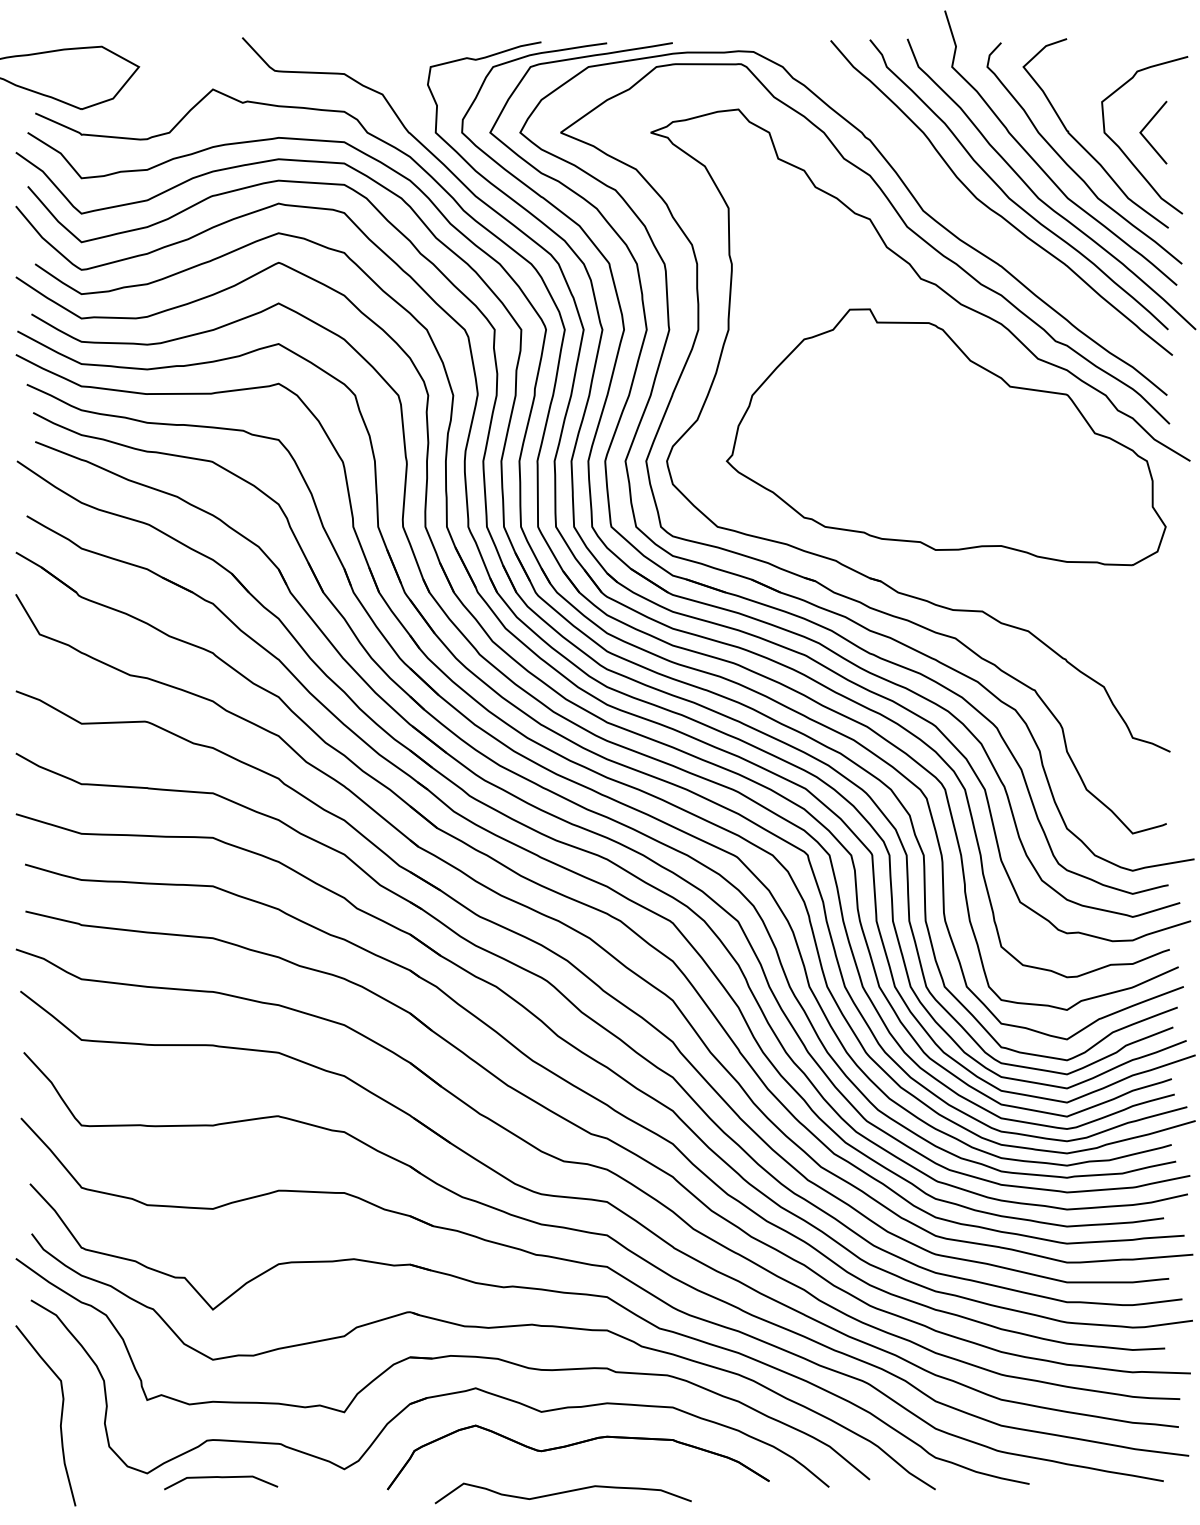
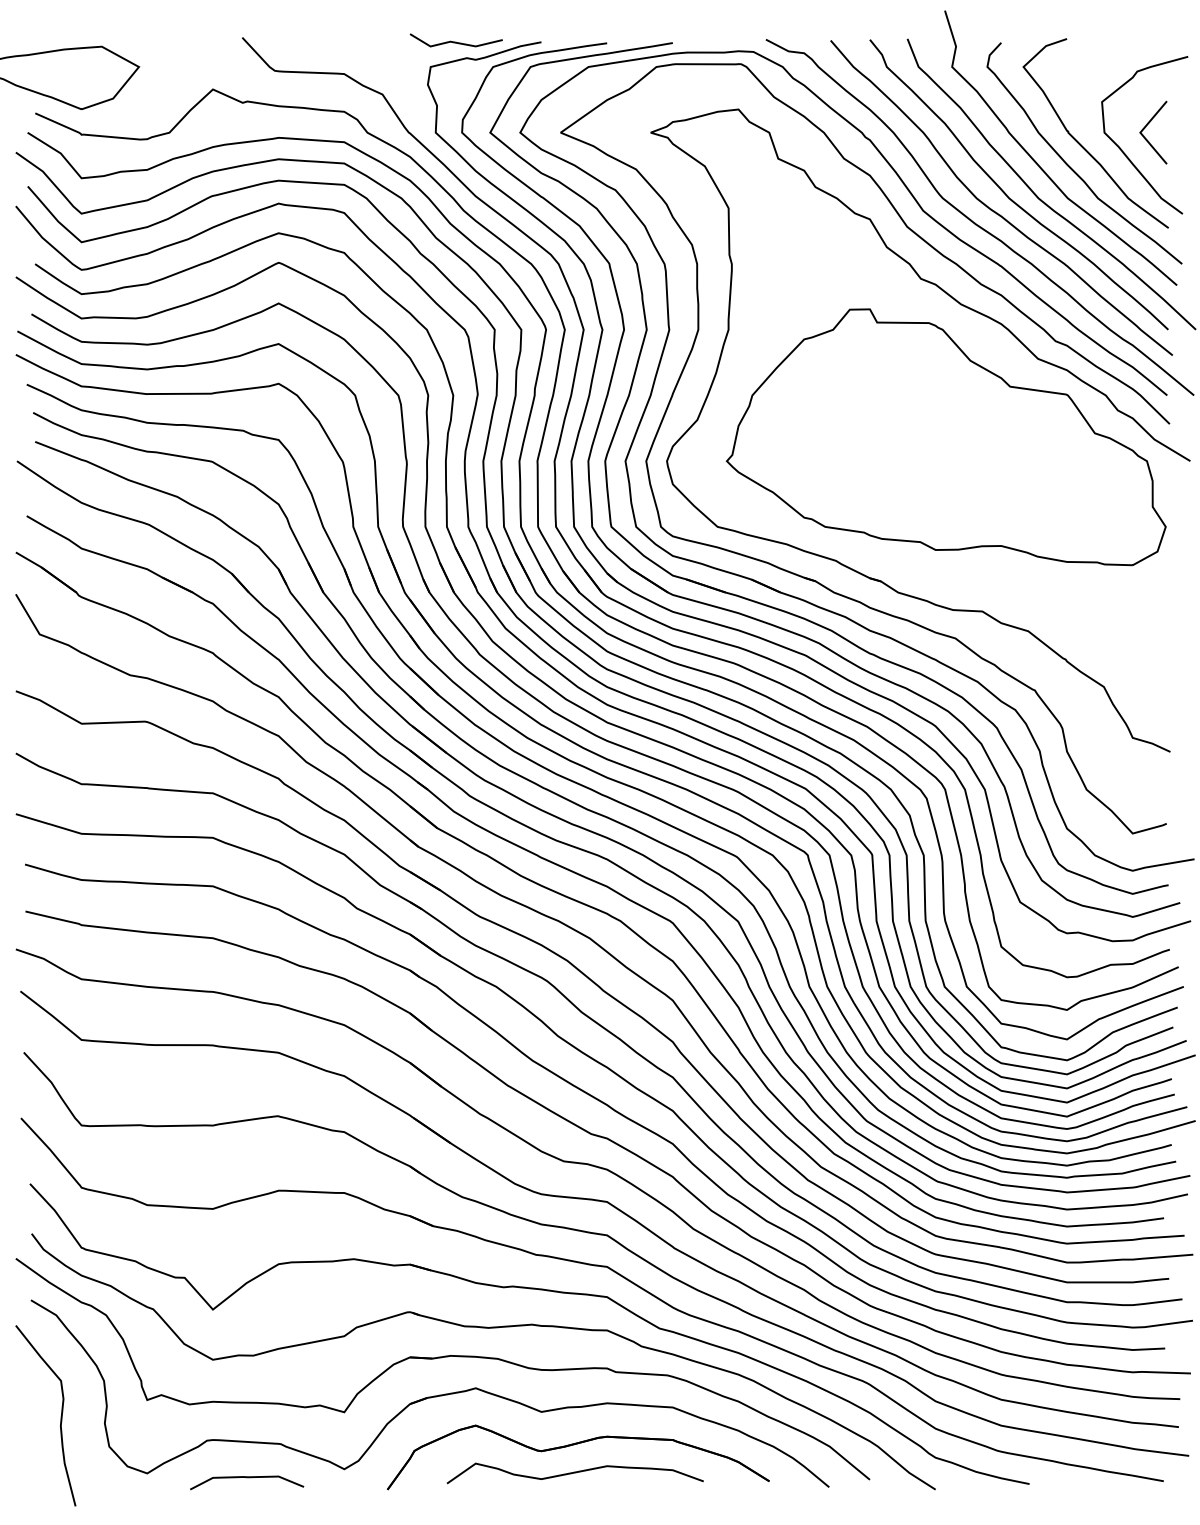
line at (455, 41): none -> present
curve at (975, 222): none -> present
curve at (221, 1478) position: (221, 1478) -> (247, 1478)
curve at (562, 1493) position: (562, 1493) -> (574, 1473)
